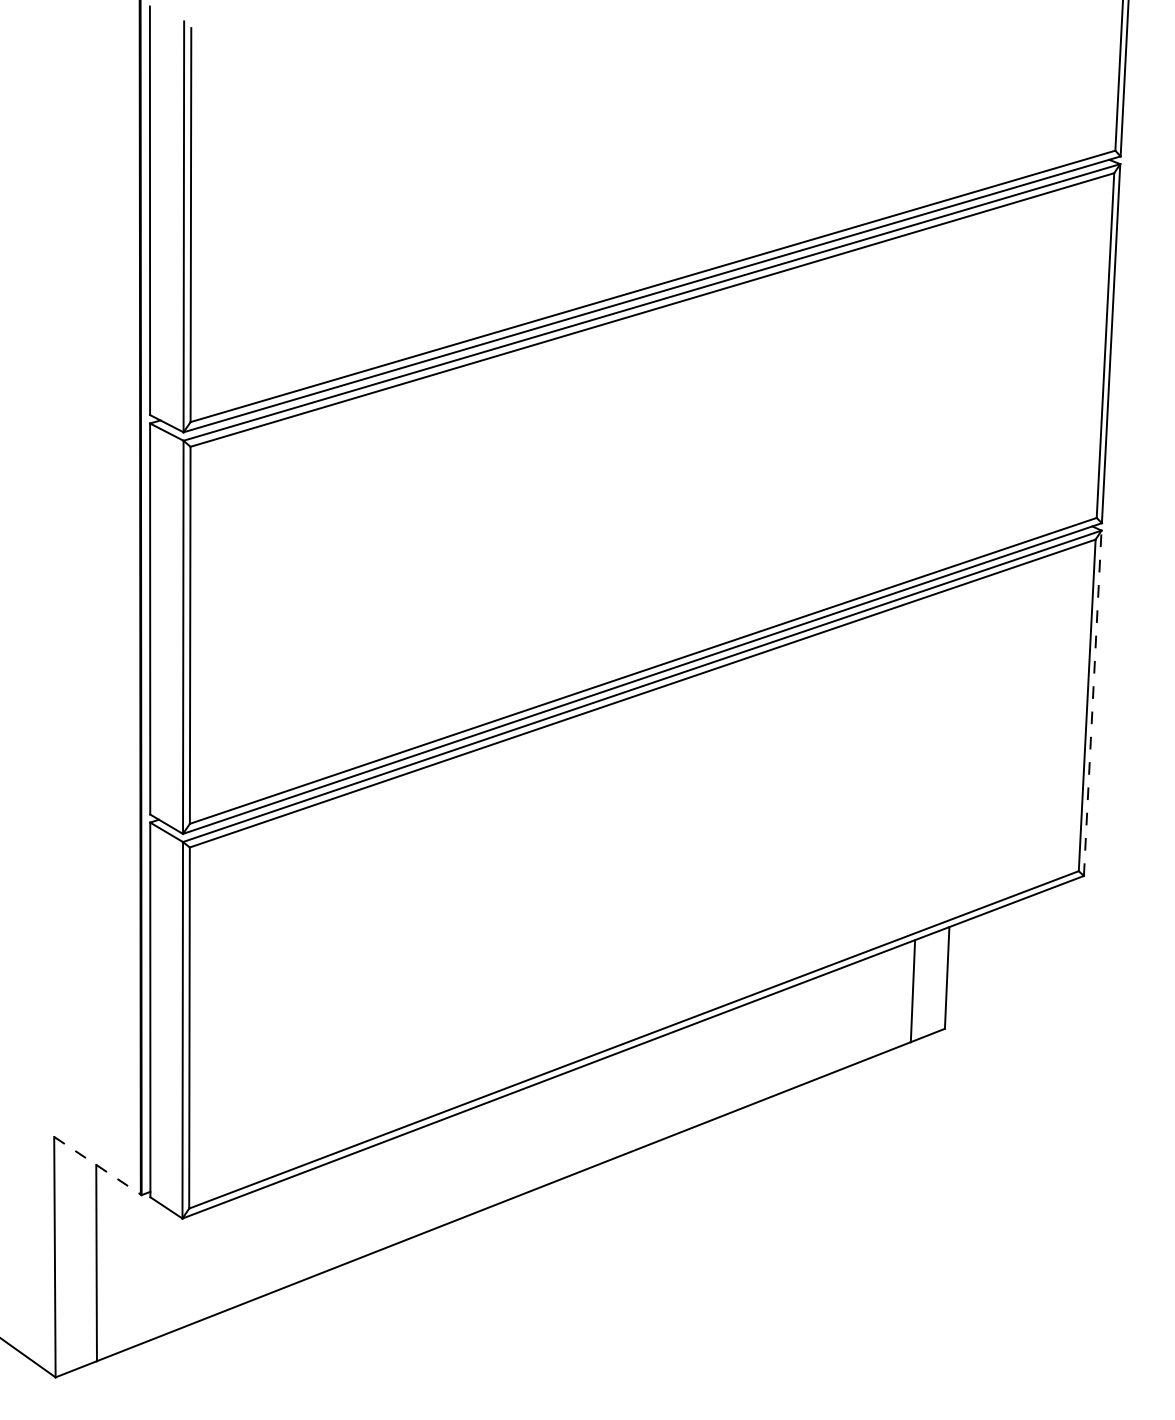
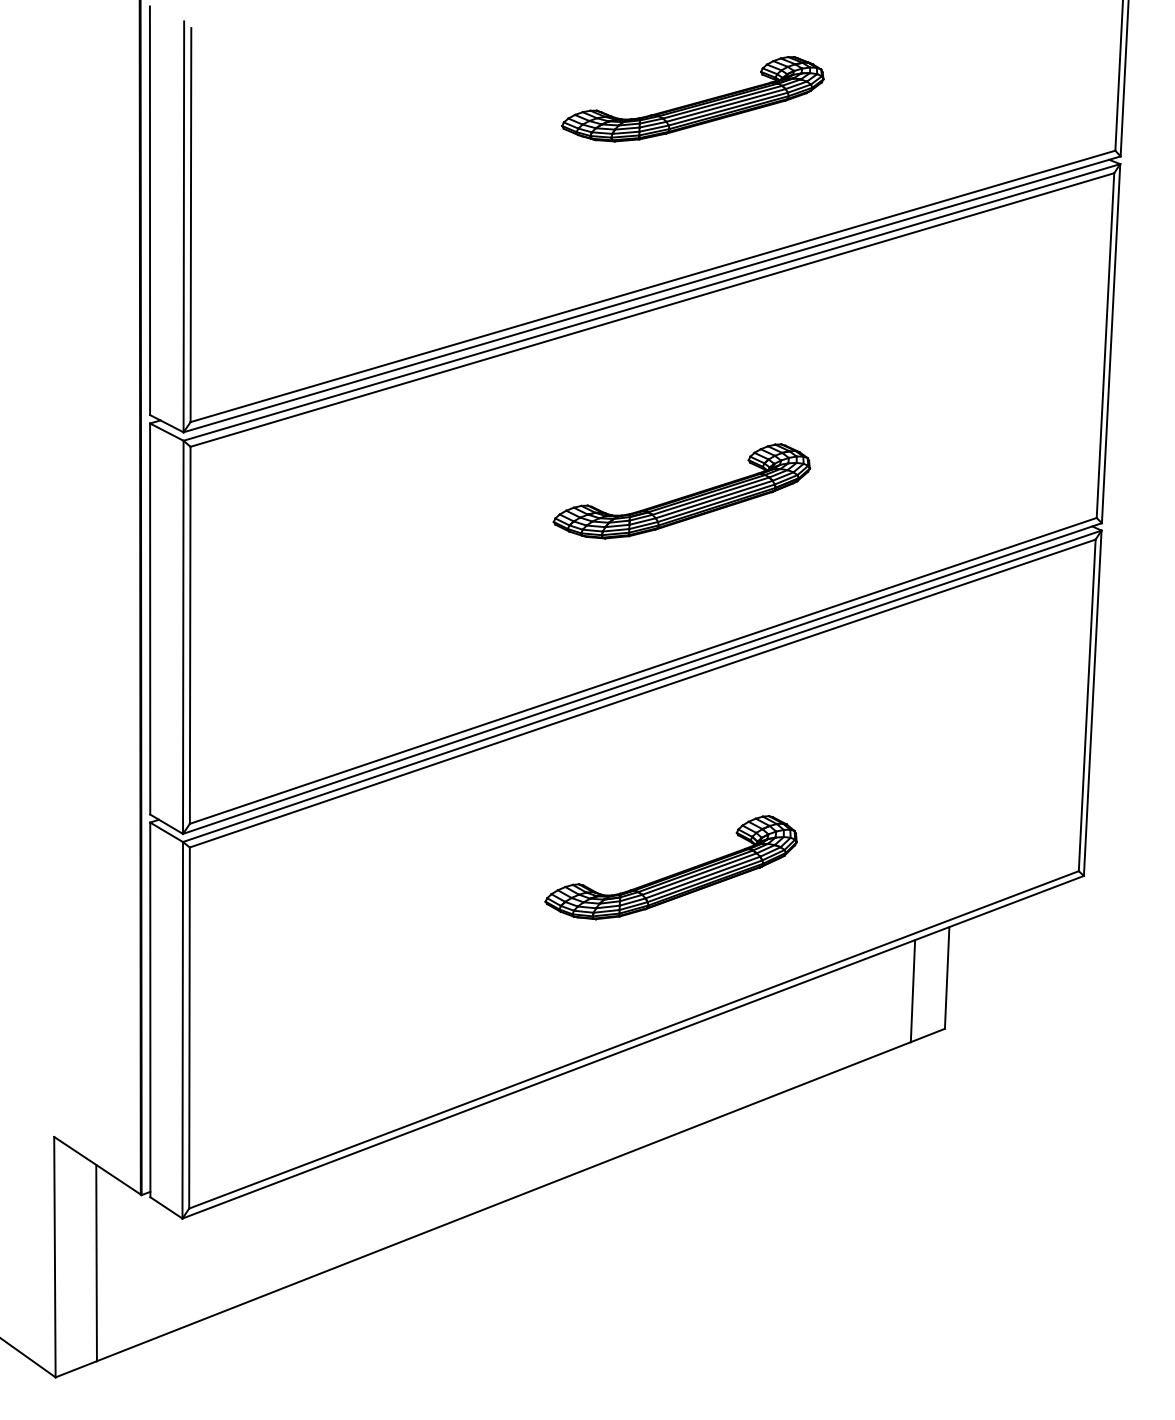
part at (692, 99): none -> present
part at (681, 491): none -> present
line at (1092, 703): dashed -> solid
part at (671, 874): none -> present
line at (97, 1165): dashed -> solid
